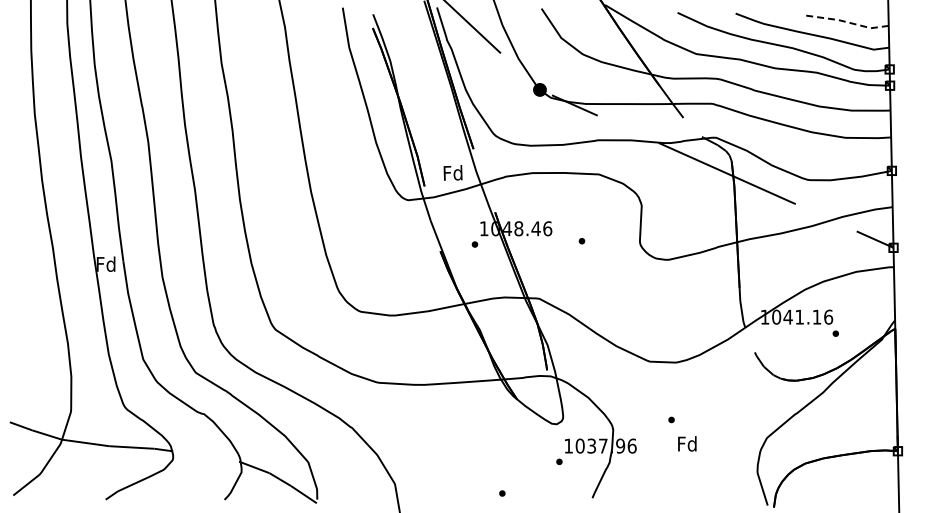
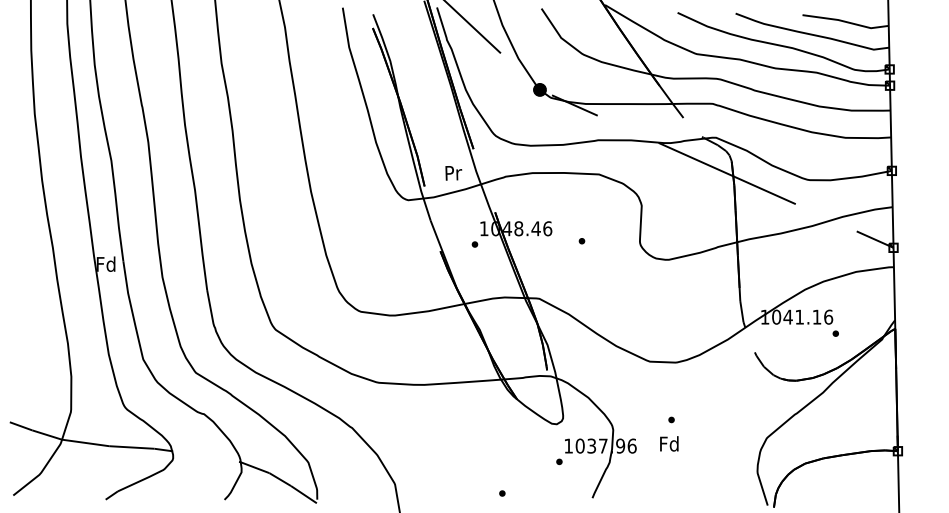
line at (845, 21): dashed -> solid
text at (452, 172): Fd -> Pr
text at (687, 443) position: (687, 443) -> (669, 443)
